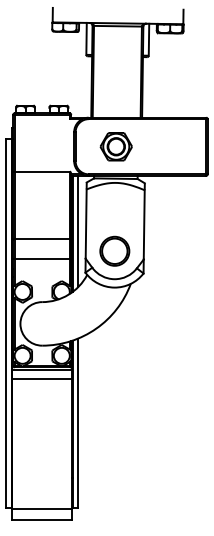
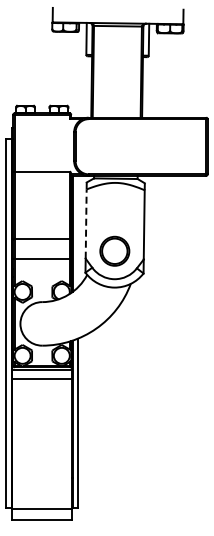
part at (115, 146): present -> none
line at (86, 224): solid -> dashed
line at (78, 231): present -> none
